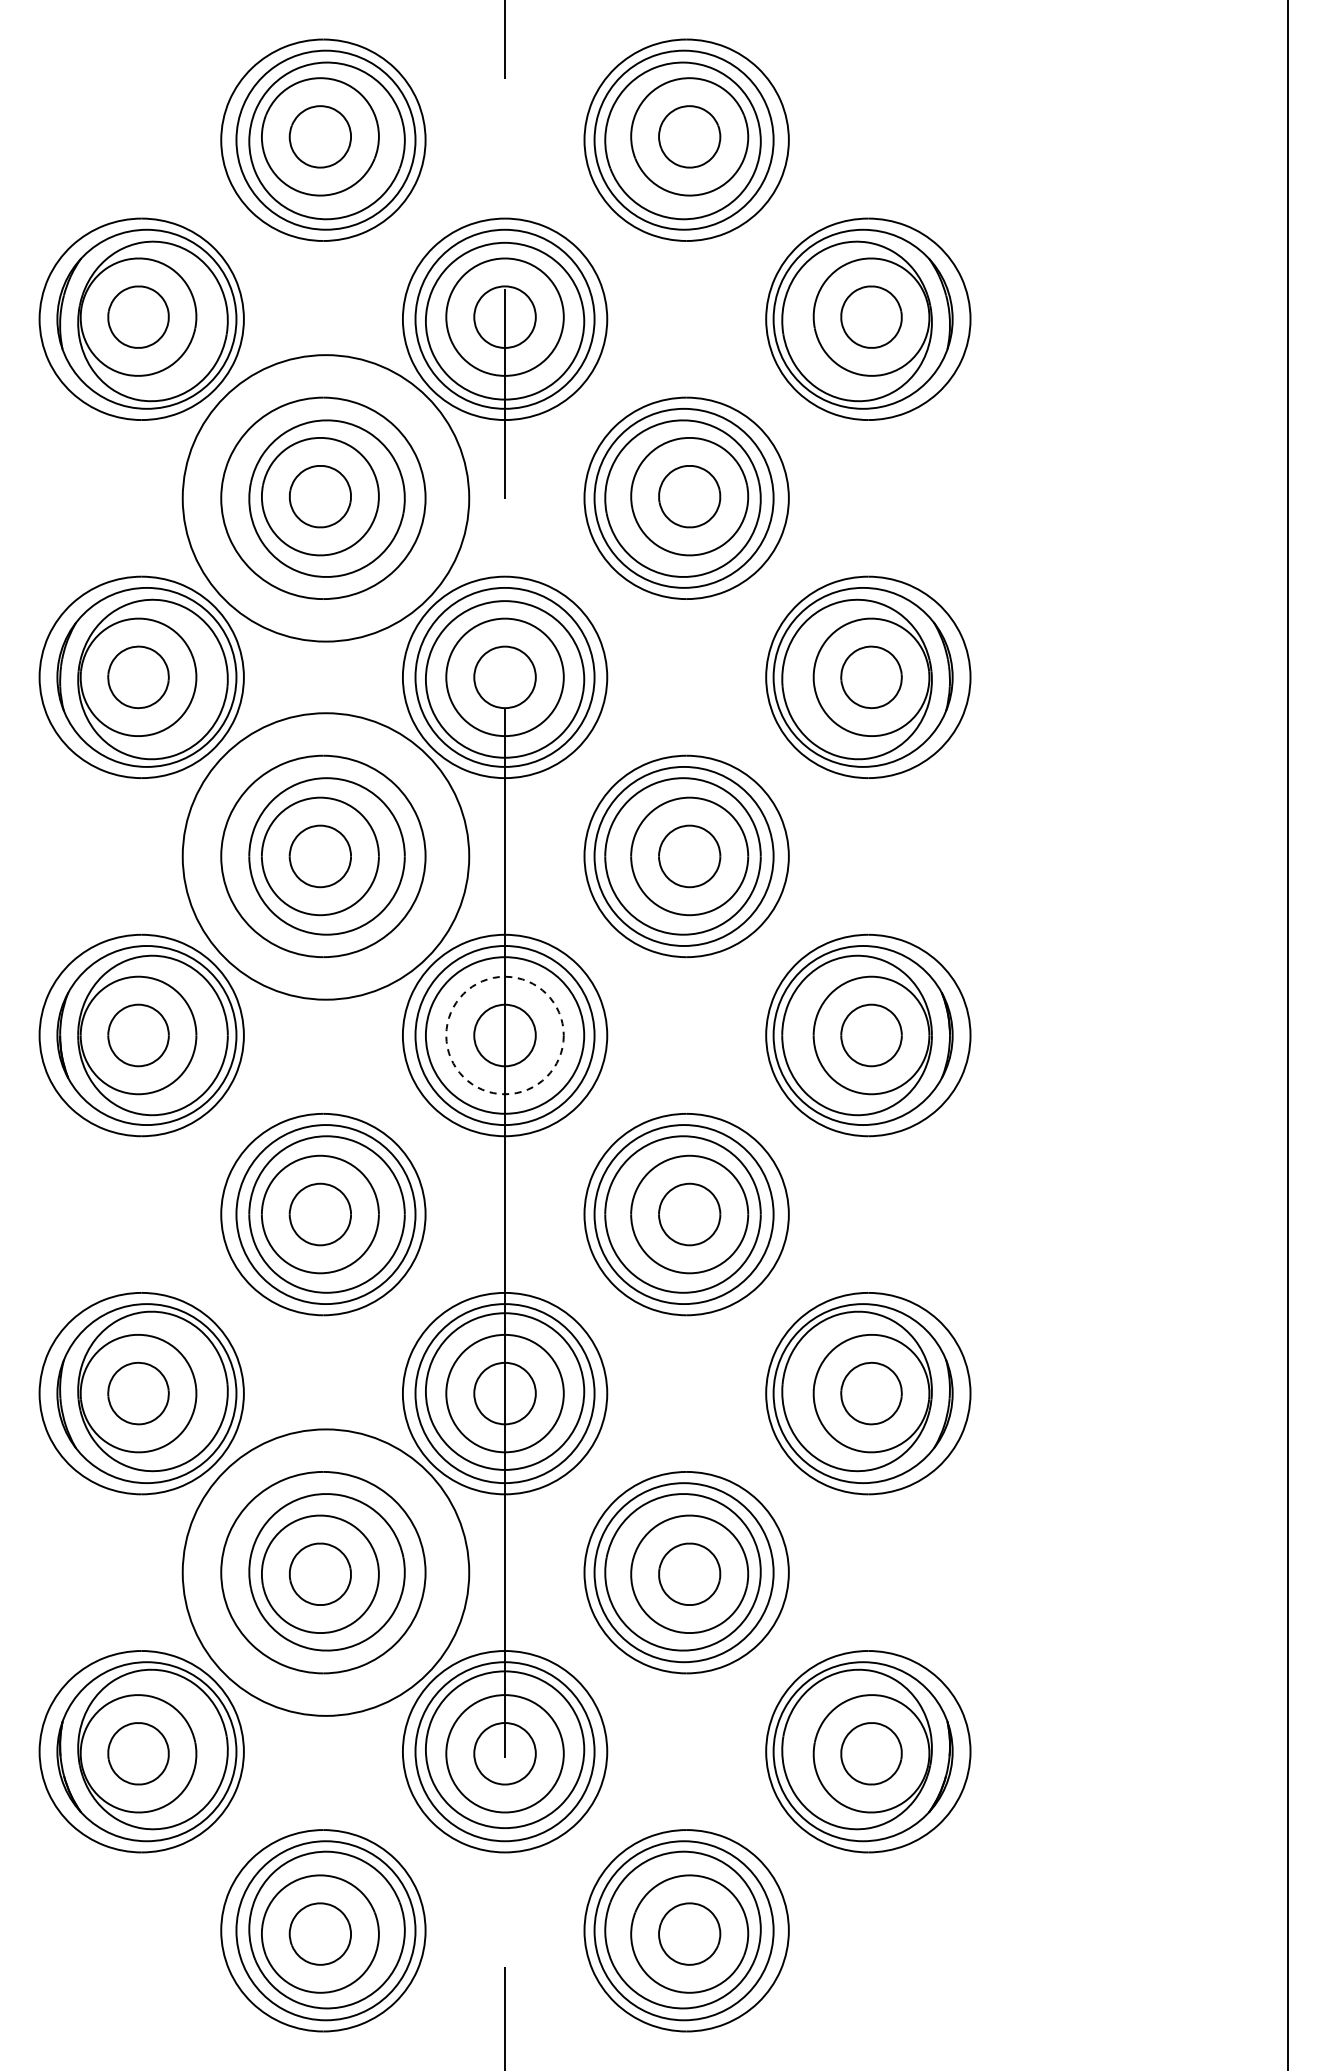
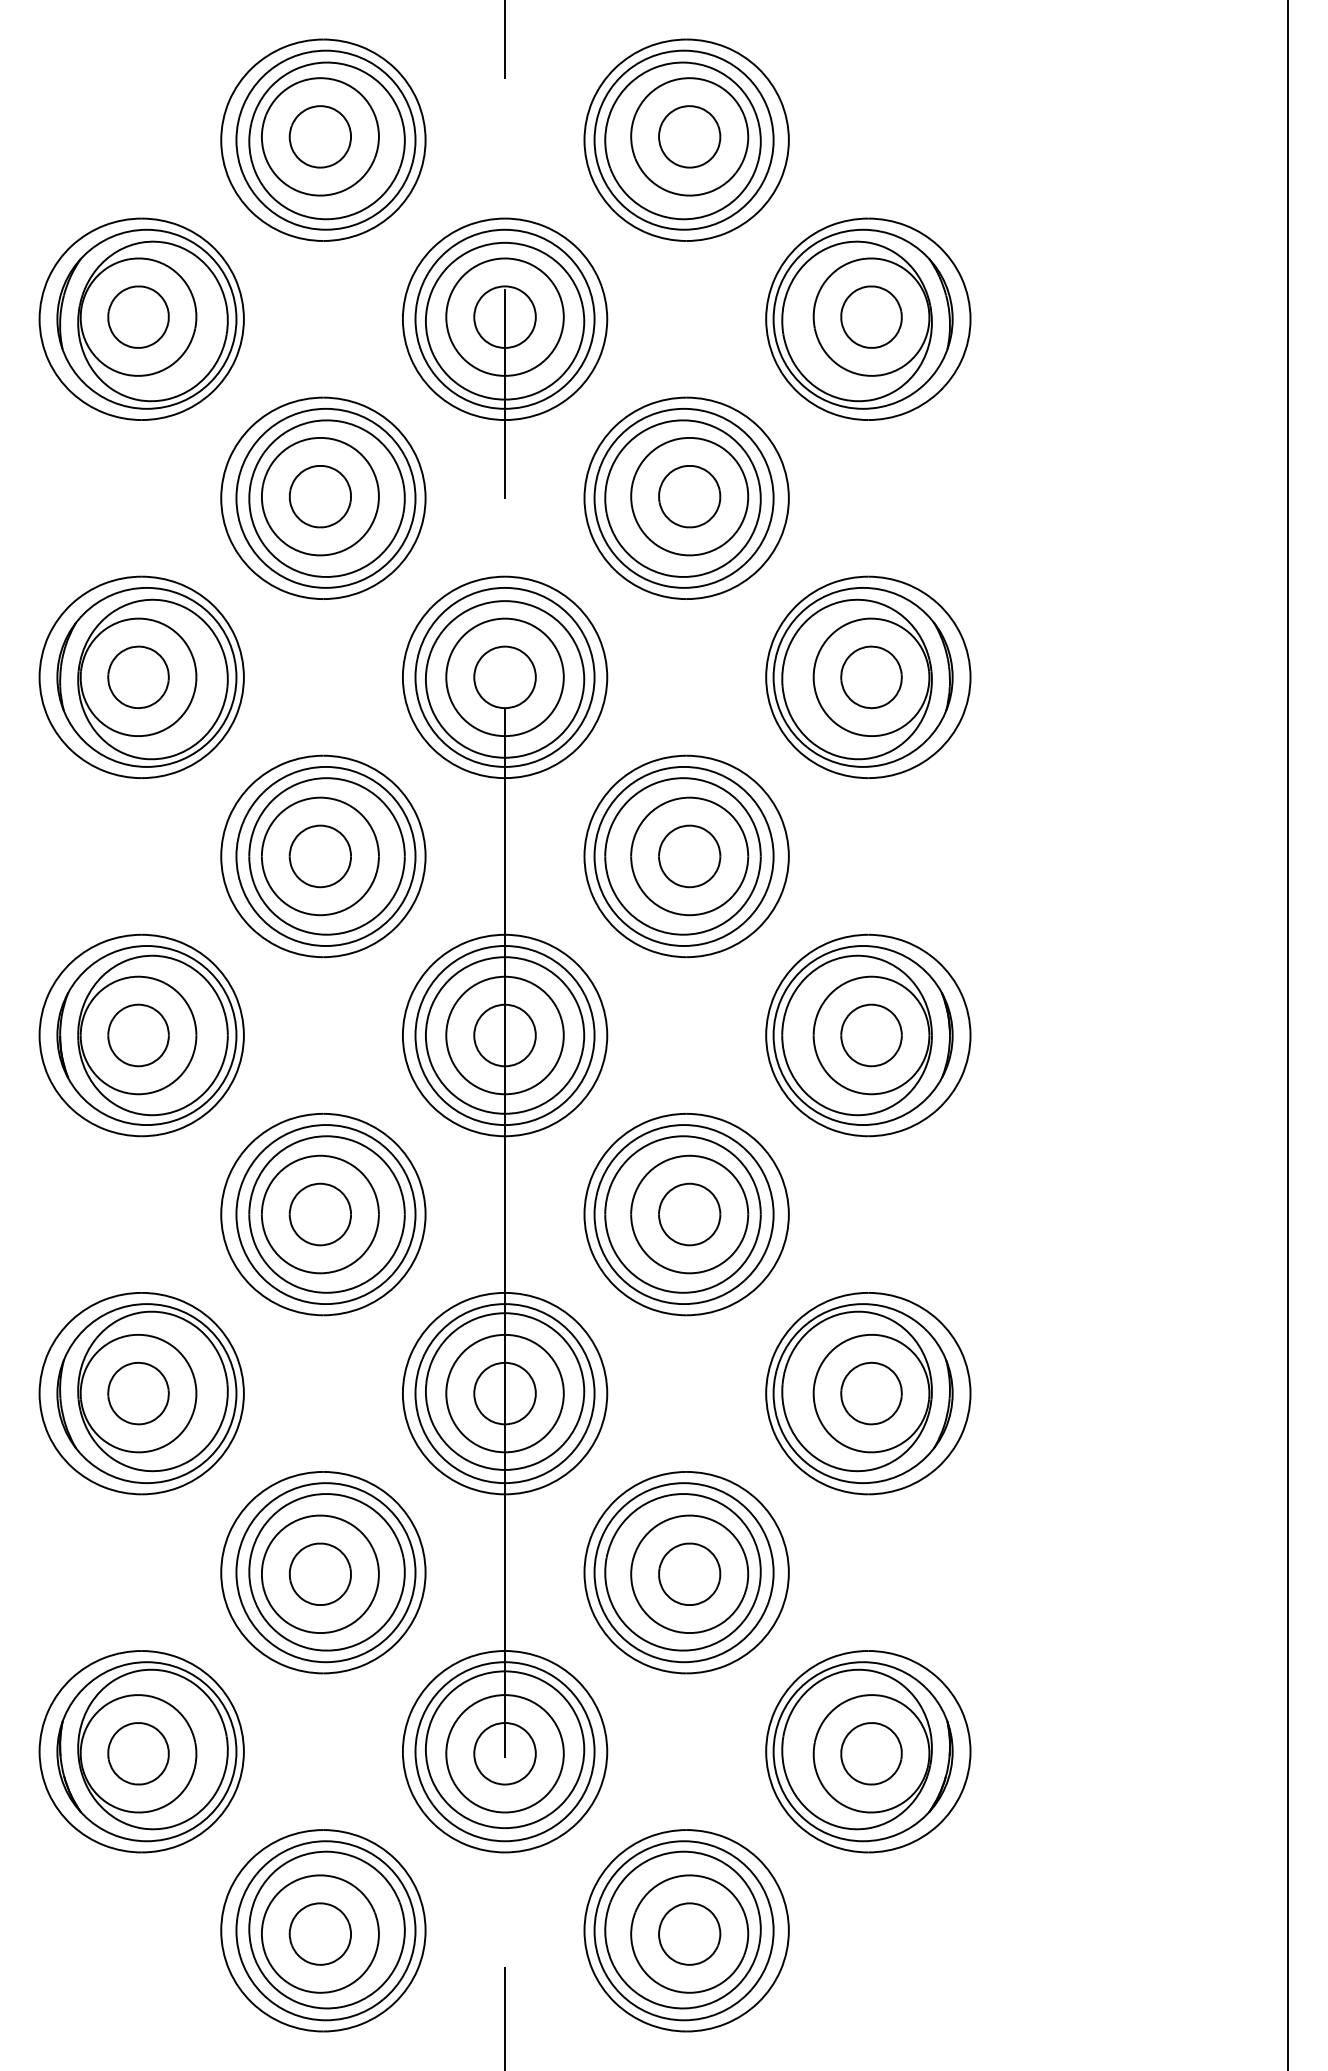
circle at (325, 498) diameter: 286 px -> 179 px
circle at (325, 856) diameter: 286 px -> 179 px
circle at (504, 1035): dashed -> solid
circle at (325, 1572) diameter: 286 px -> 179 px
